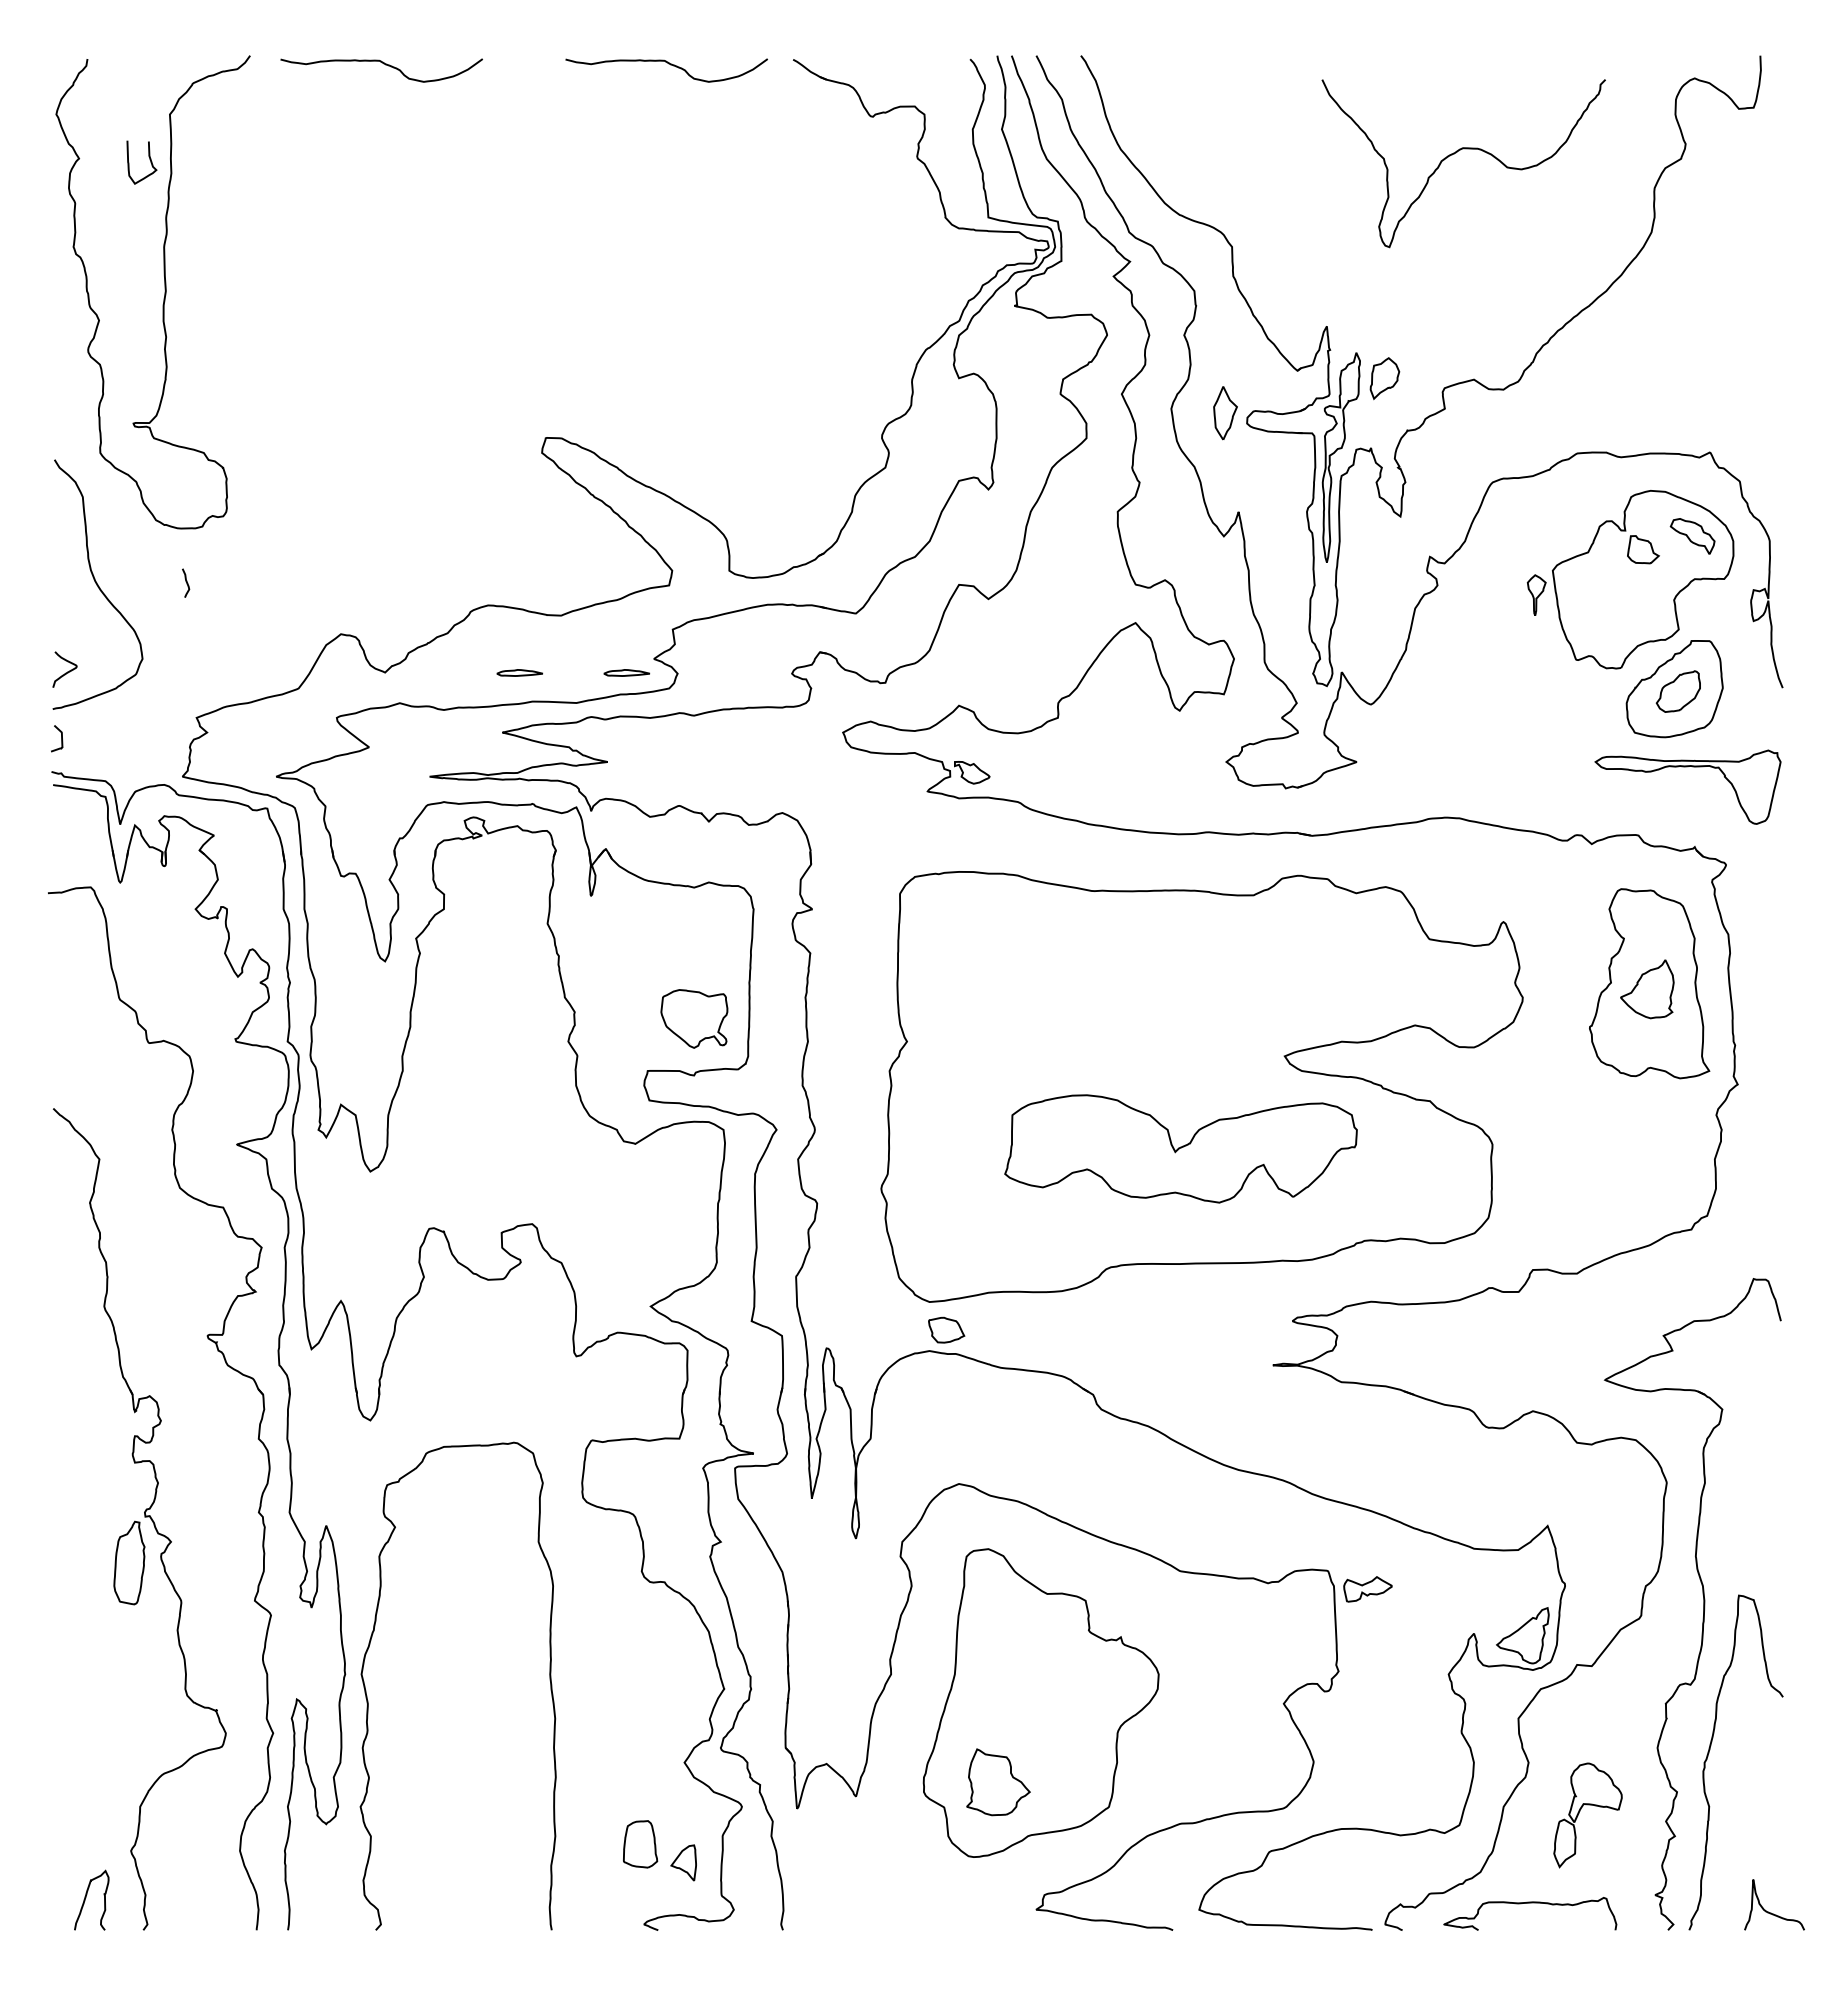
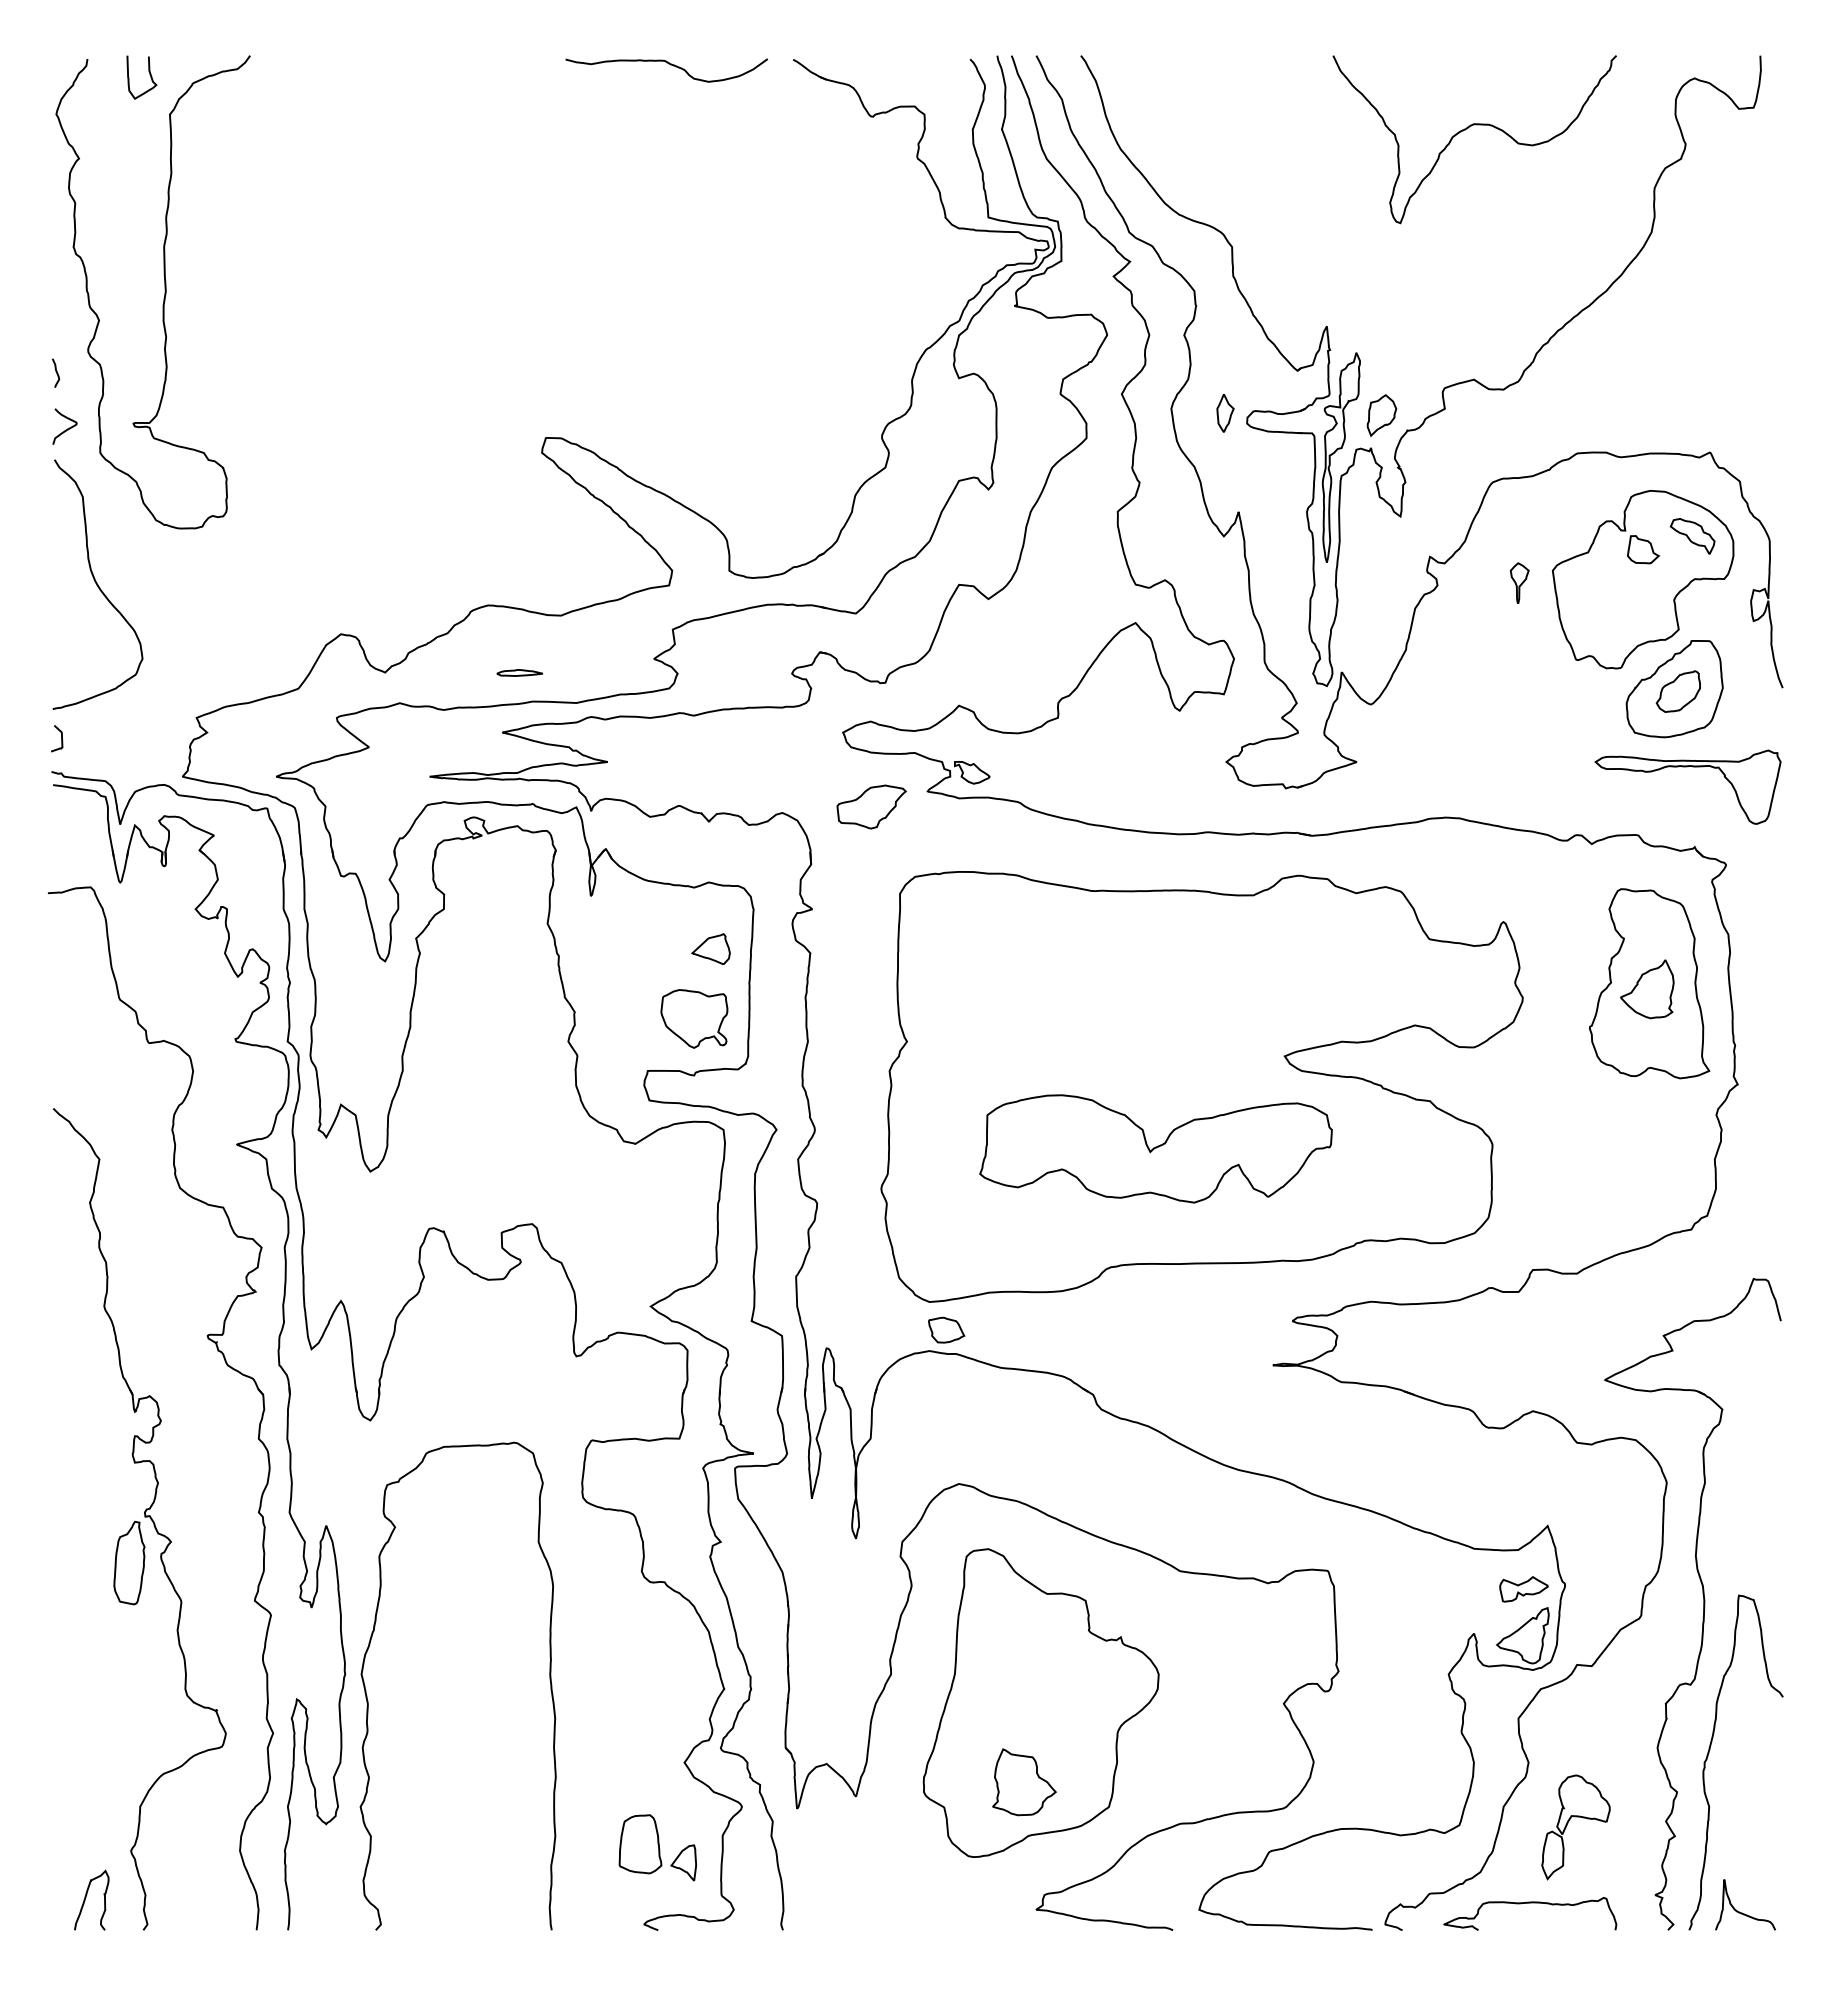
curve at (383, 64): present -> none
curve at (1456, 153) position: (1456, 153) -> (1467, 129)
curve at (149, 159) position: (149, 159) -> (149, 74)
part at (1384, 378) position: (1384, 378) -> (1381, 415)
part at (1225, 413) size: 25x55 px -> 19x39 px
curve at (186, 582) position: (186, 582) -> (56, 372)
part at (1536, 594) position: (1536, 594) -> (1519, 582)
curve at (65, 672) position: (65, 672) -> (65, 429)
part at (626, 672): present -> none
part at (871, 806): none -> present
part at (710, 948): none -> present
part at (1180, 1148) position: (1180, 1148) -> (1155, 1148)
part at (1367, 1589) position: (1367, 1589) -> (1523, 1589)
part at (998, 1782) position: (998, 1782) -> (1024, 1782)
part at (1580, 1811) position: (1580, 1811) -> (1568, 1823)
part at (640, 1844) size: 36x49 px -> 45x61 px
curve at (1771, 1912) position: (1771, 1912) -> (1742, 1912)
